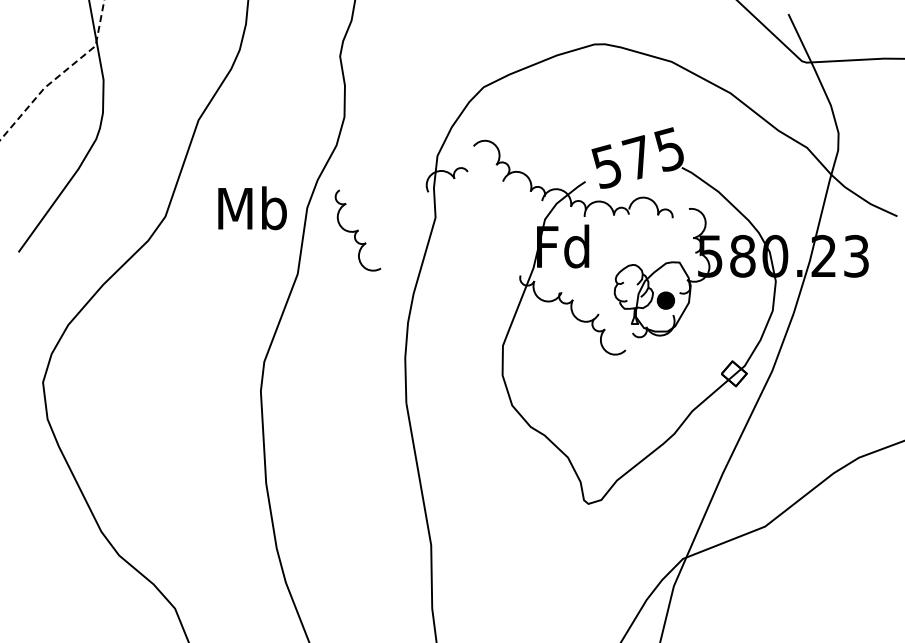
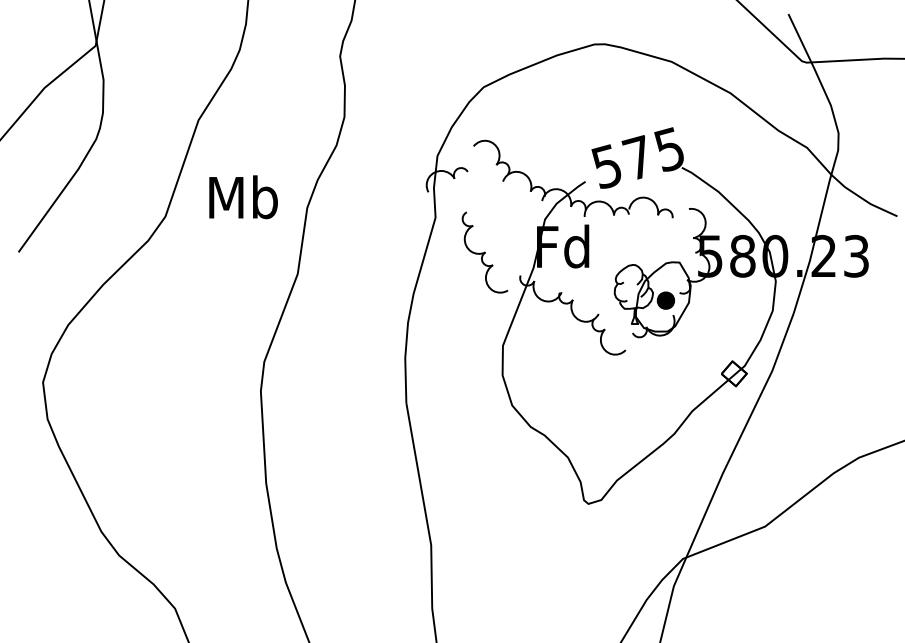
line at (61, 74): dashed -> solid
text at (252, 208) position: (252, 208) -> (243, 197)
part at (357, 230) position: (357, 230) -> (484, 252)
